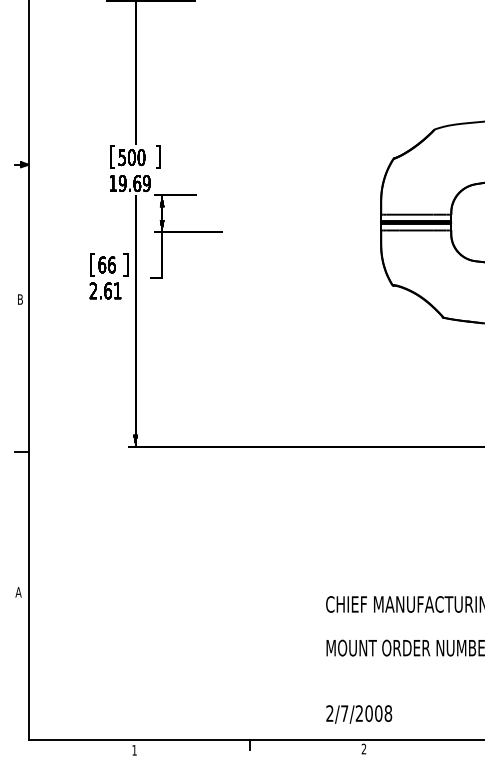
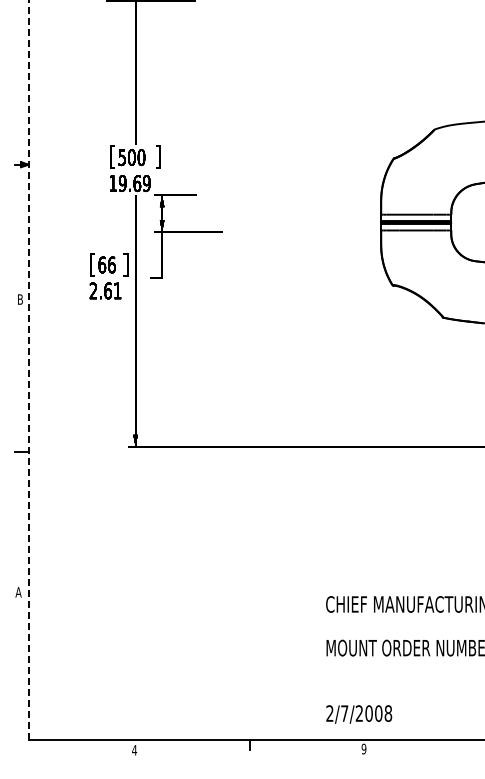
line at (28, 370): solid -> dashed
text at (363, 749): 2 -> 9
text at (134, 750): 1 -> 4
